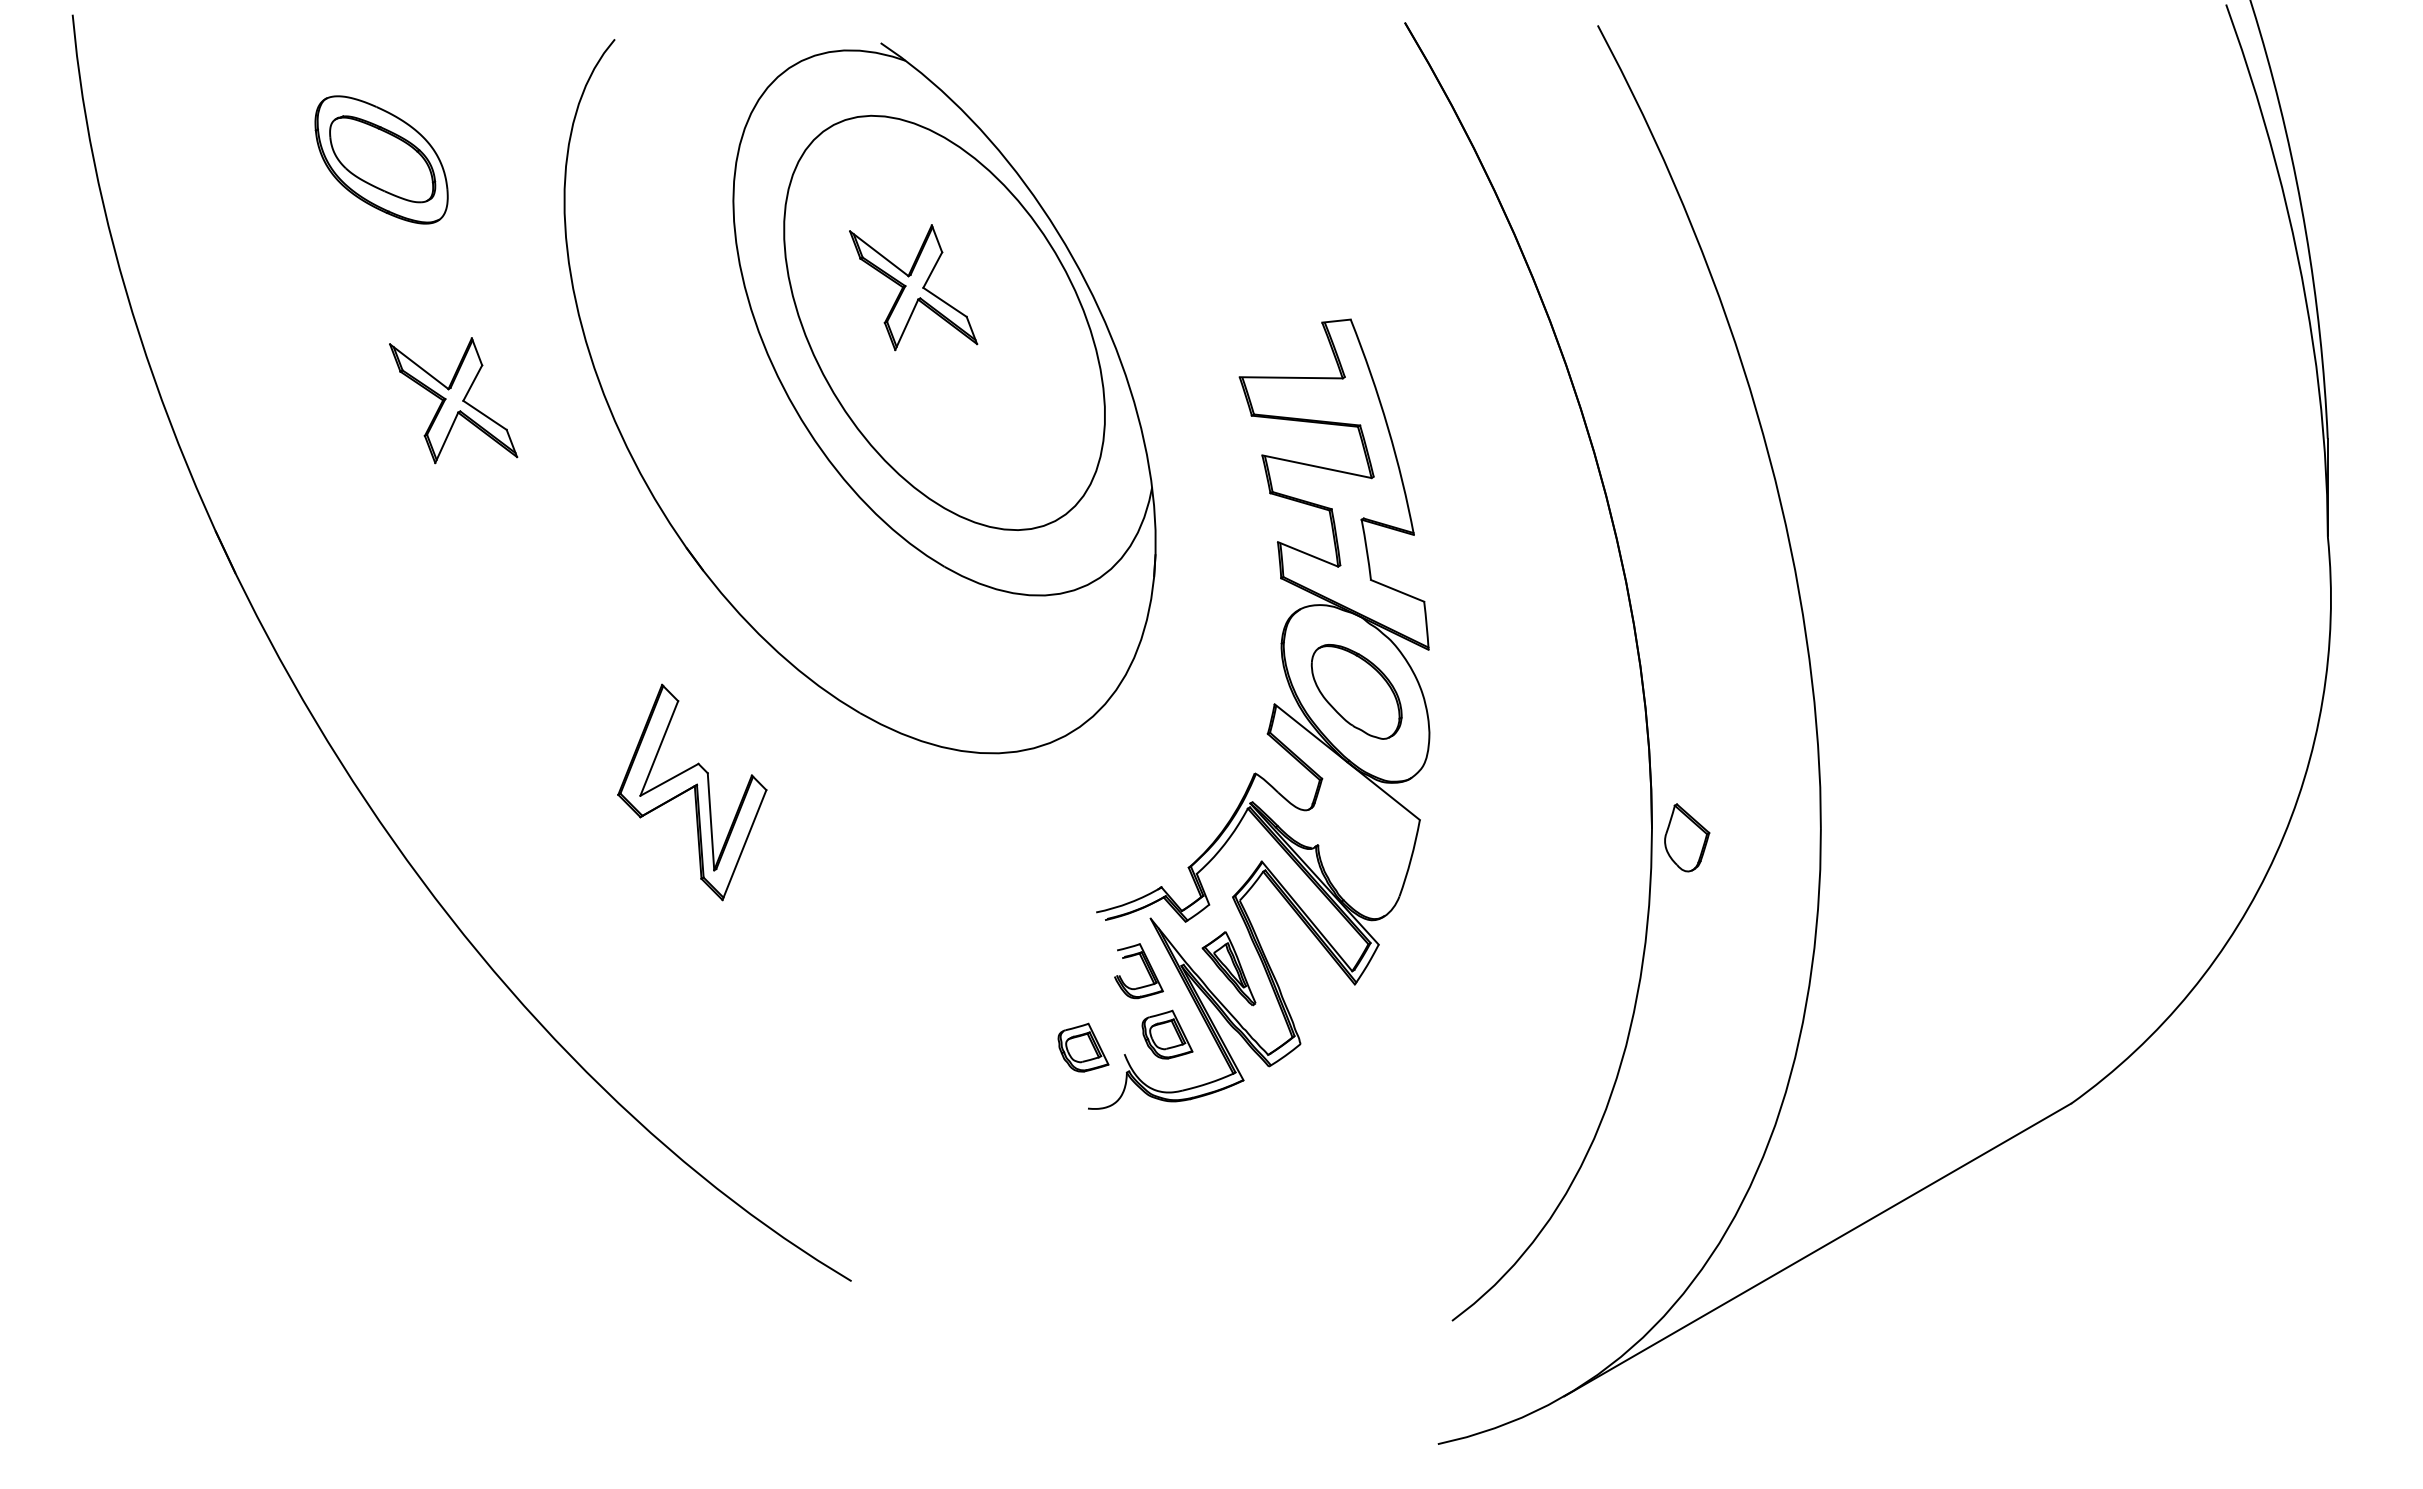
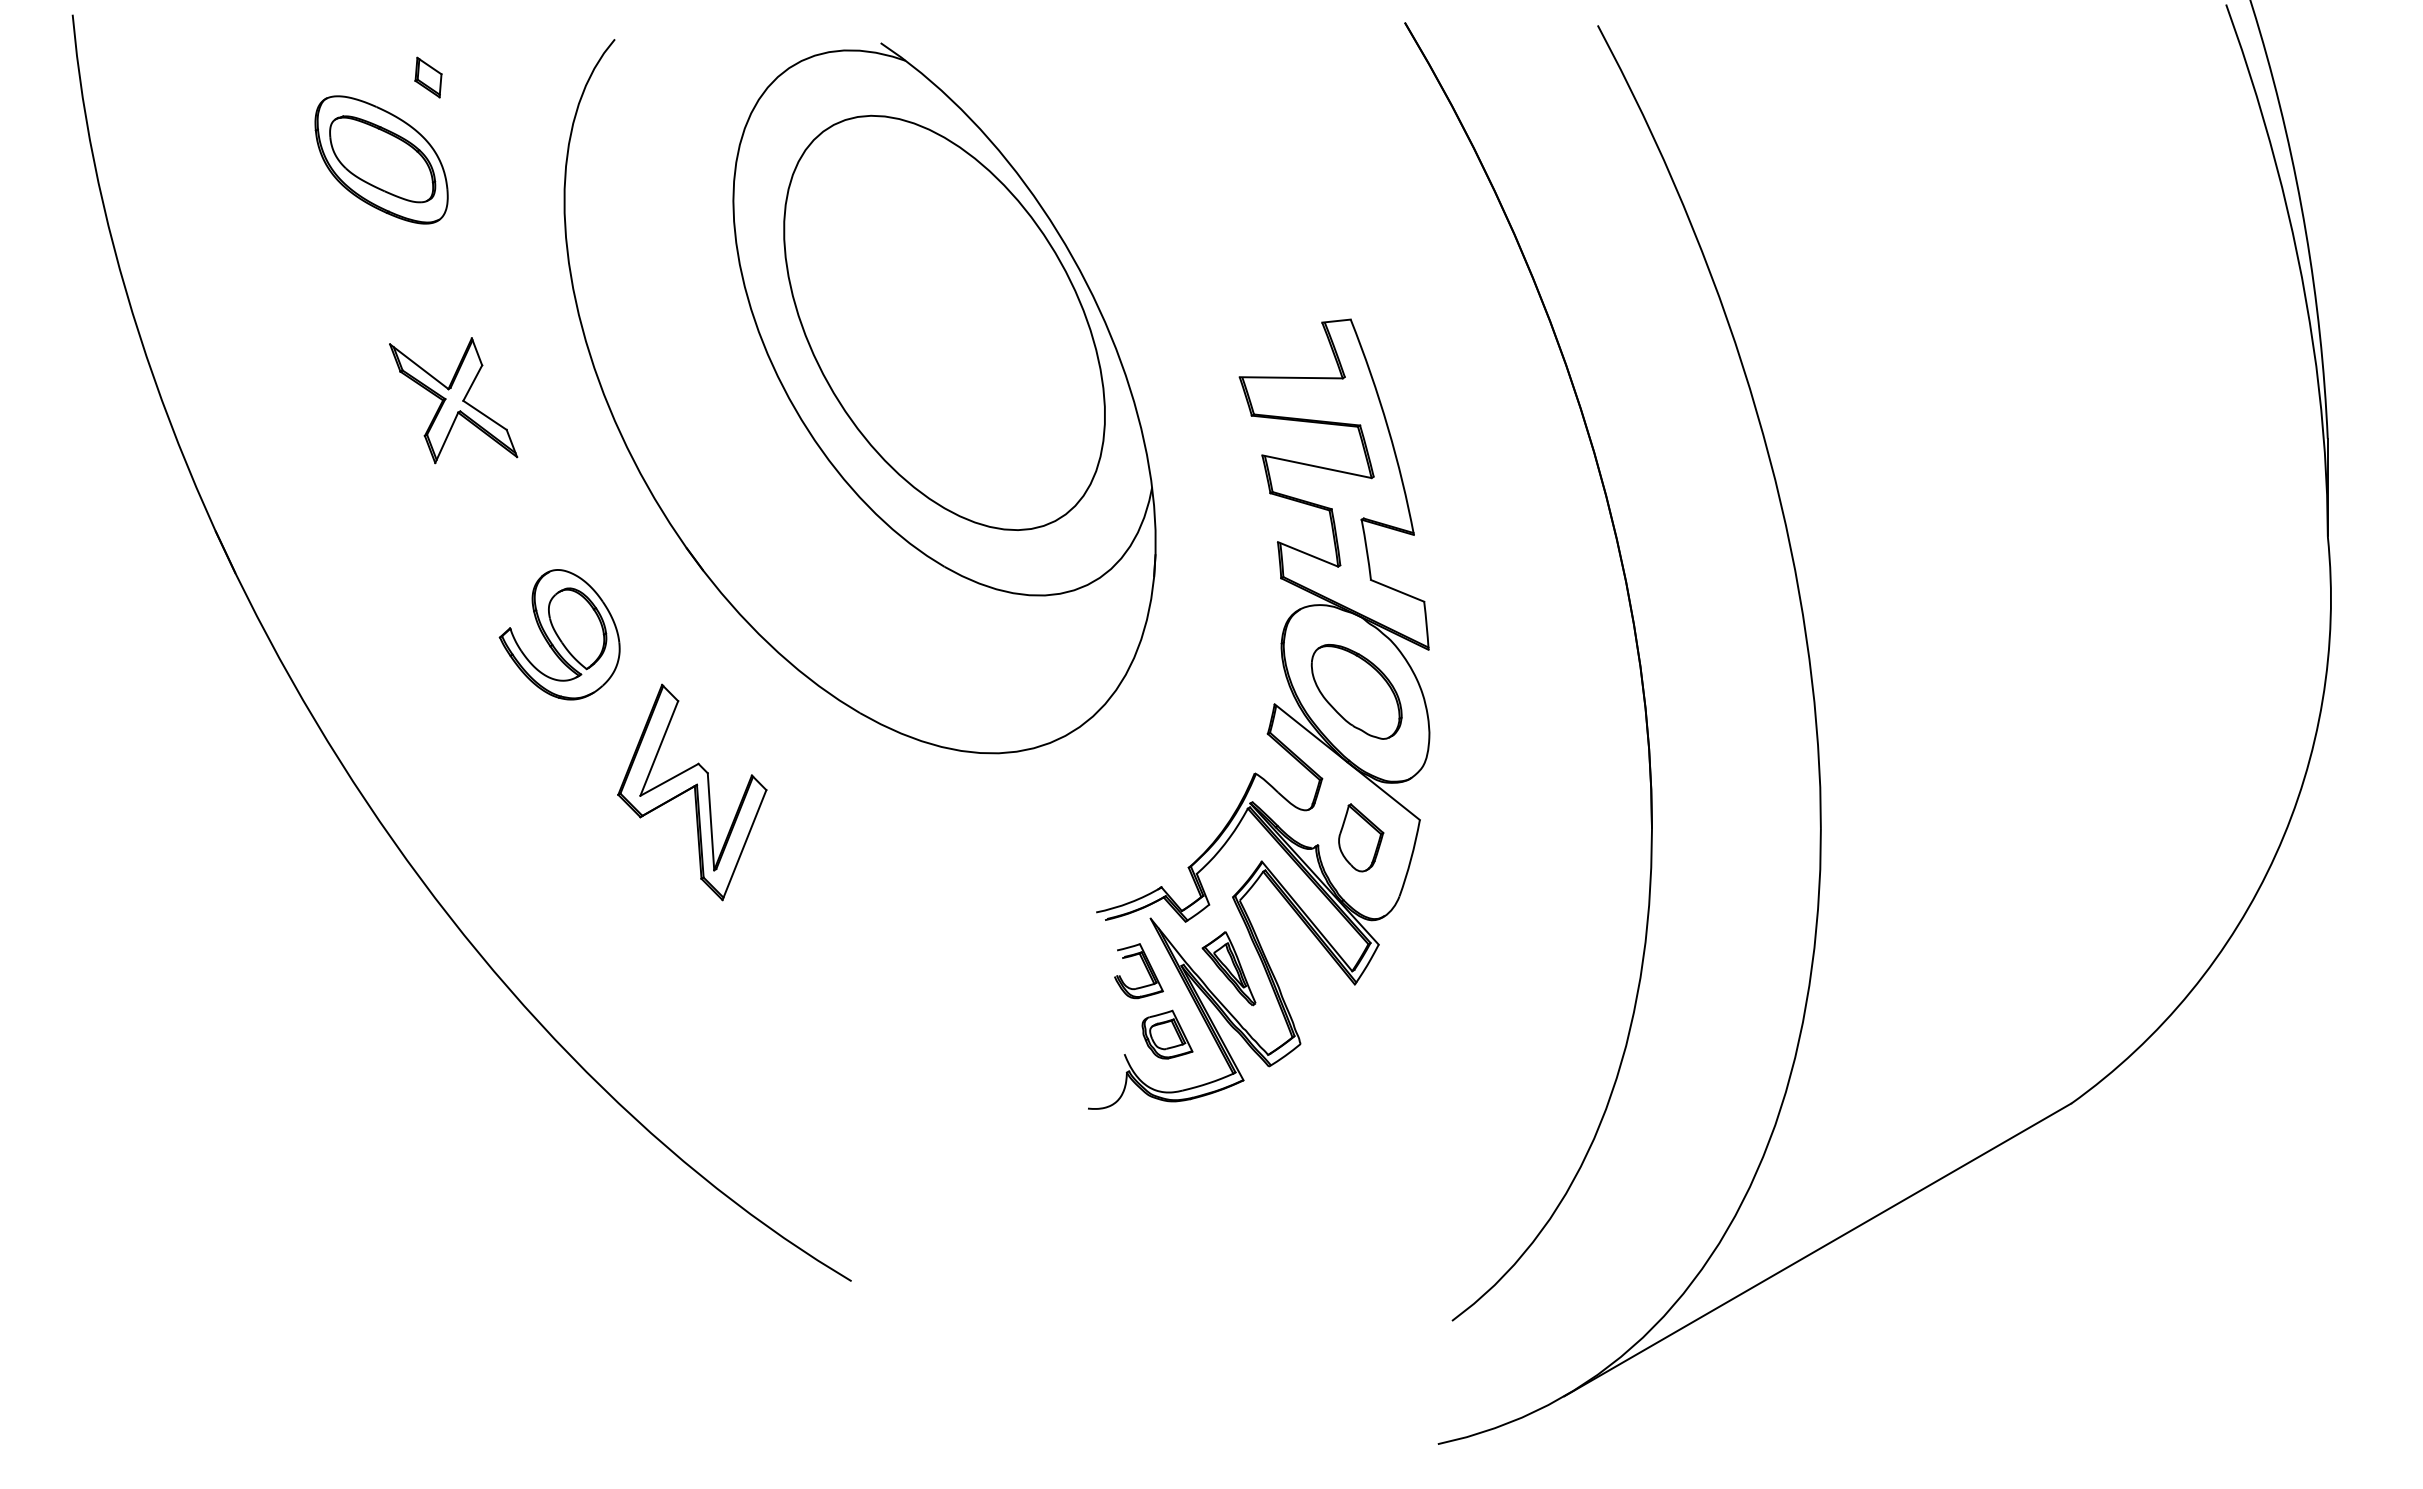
part at (428, 77): none -> present
part at (913, 287): present -> none
part at (559, 634): none -> present
part at (1687, 837) position: (1687, 837) -> (1361, 837)
part at (1083, 1047): present -> none
